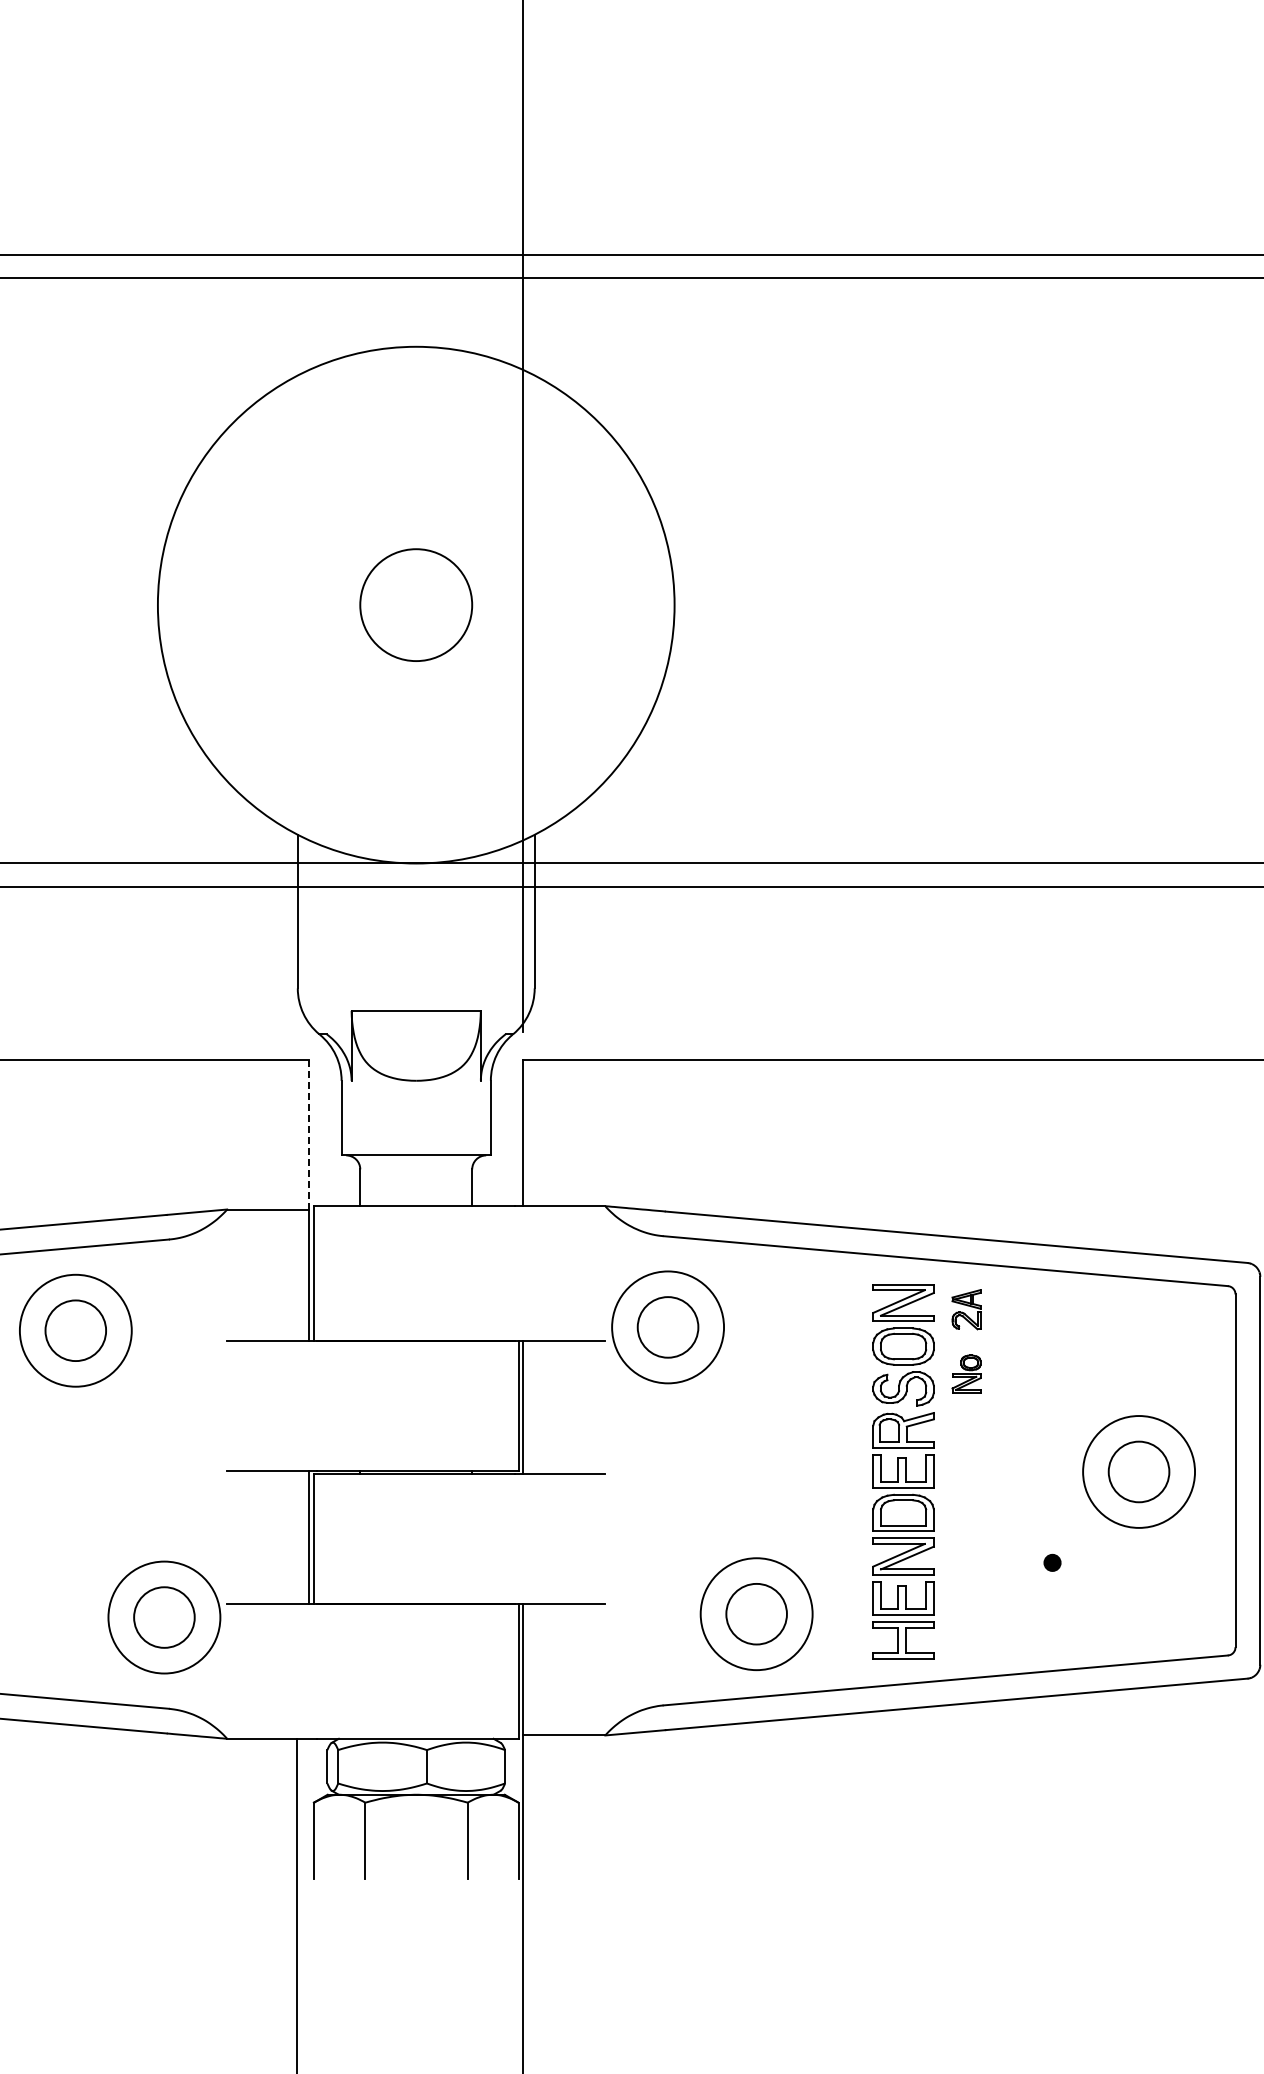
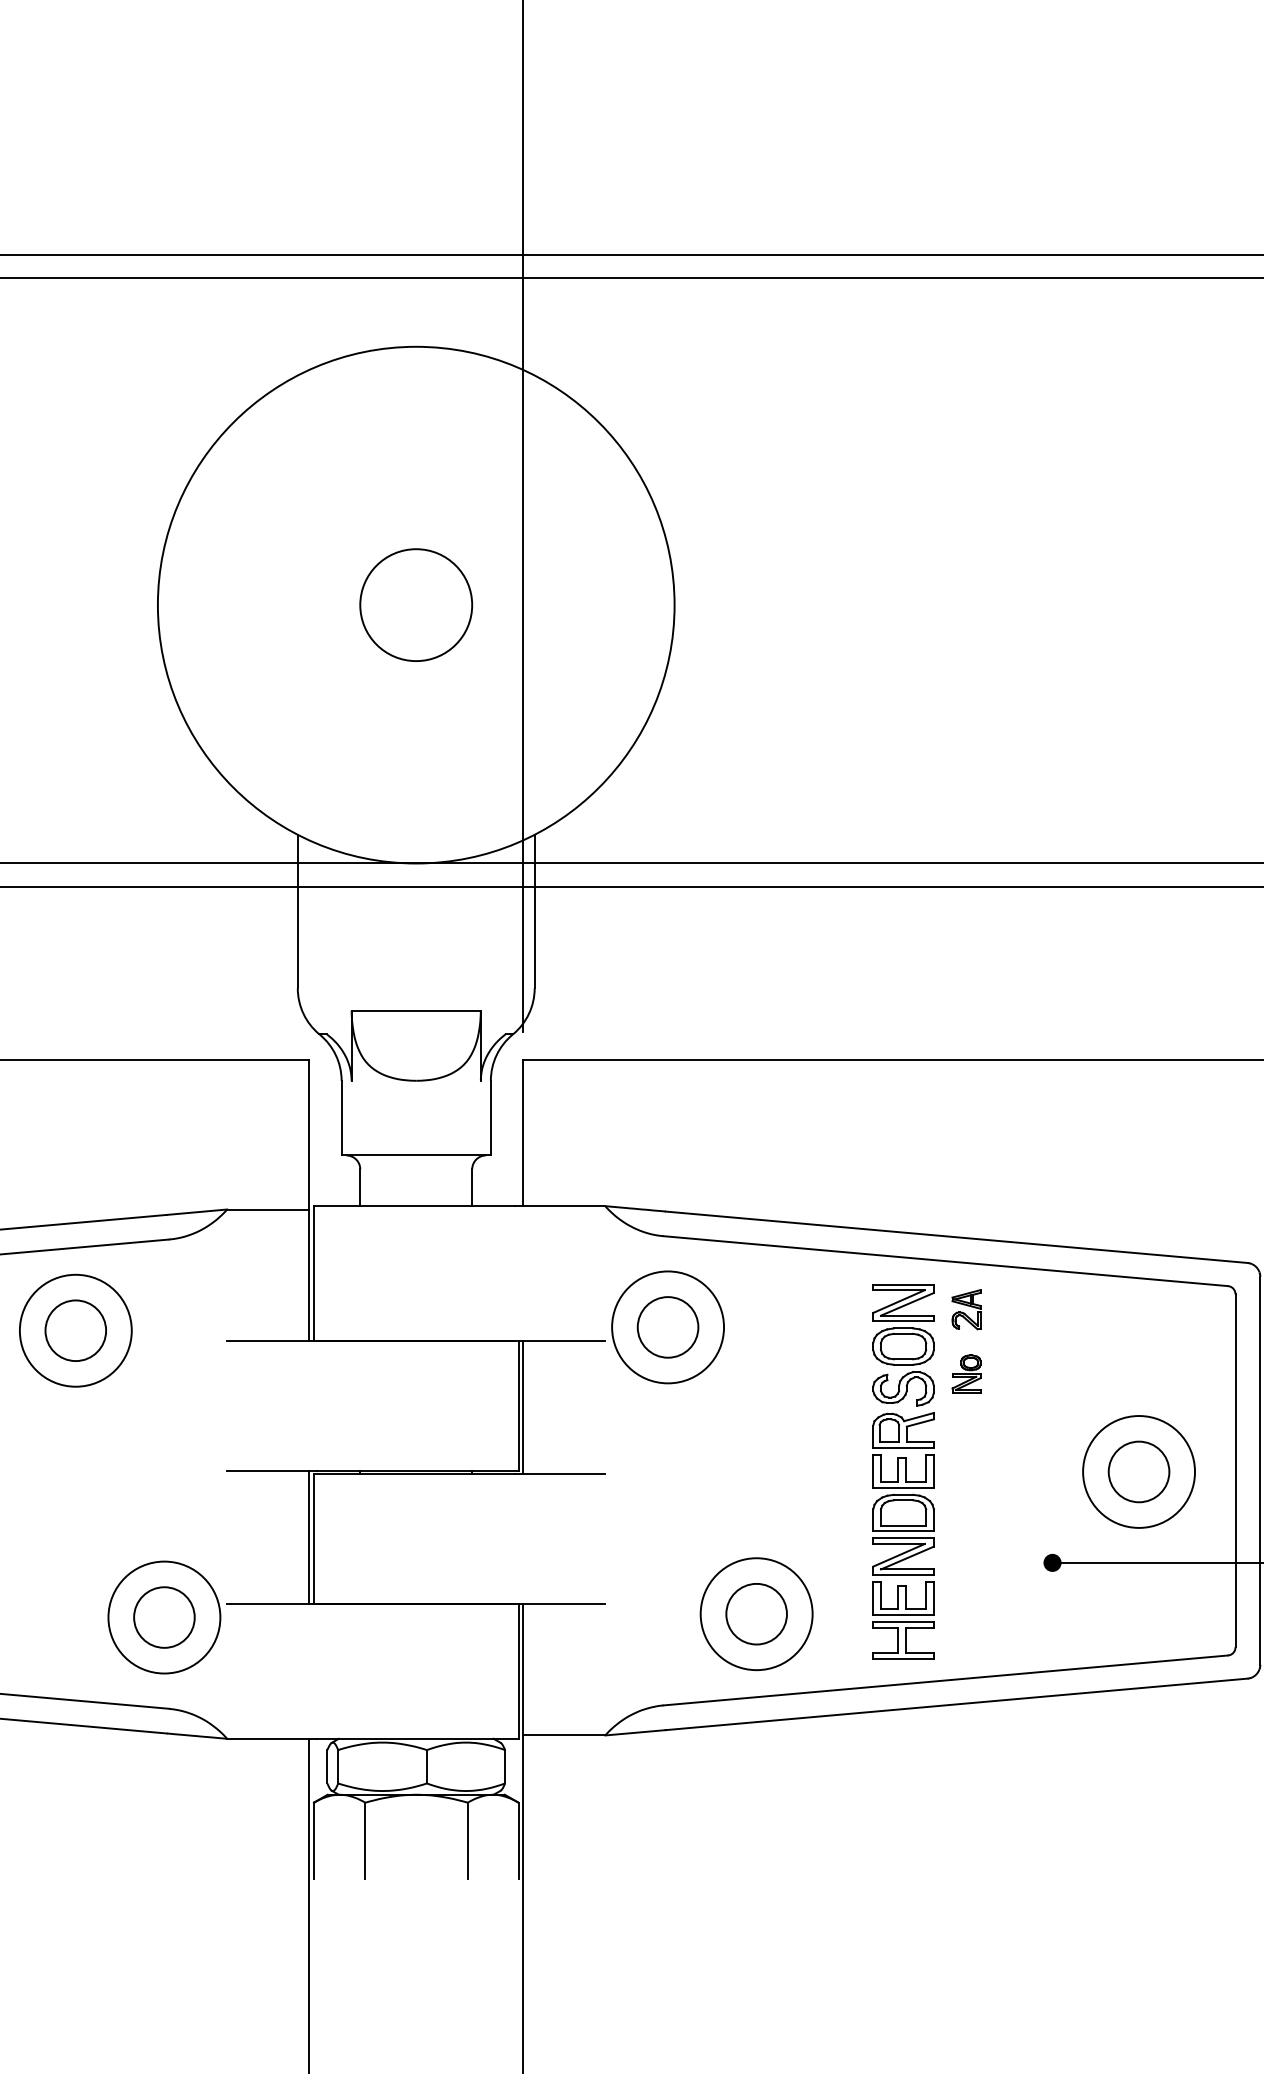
line at (309, 1134): dashed -> solid
line at (1156, 1562): none -> present
line at (297, 1904) position: (297, 1904) -> (309, 1904)
